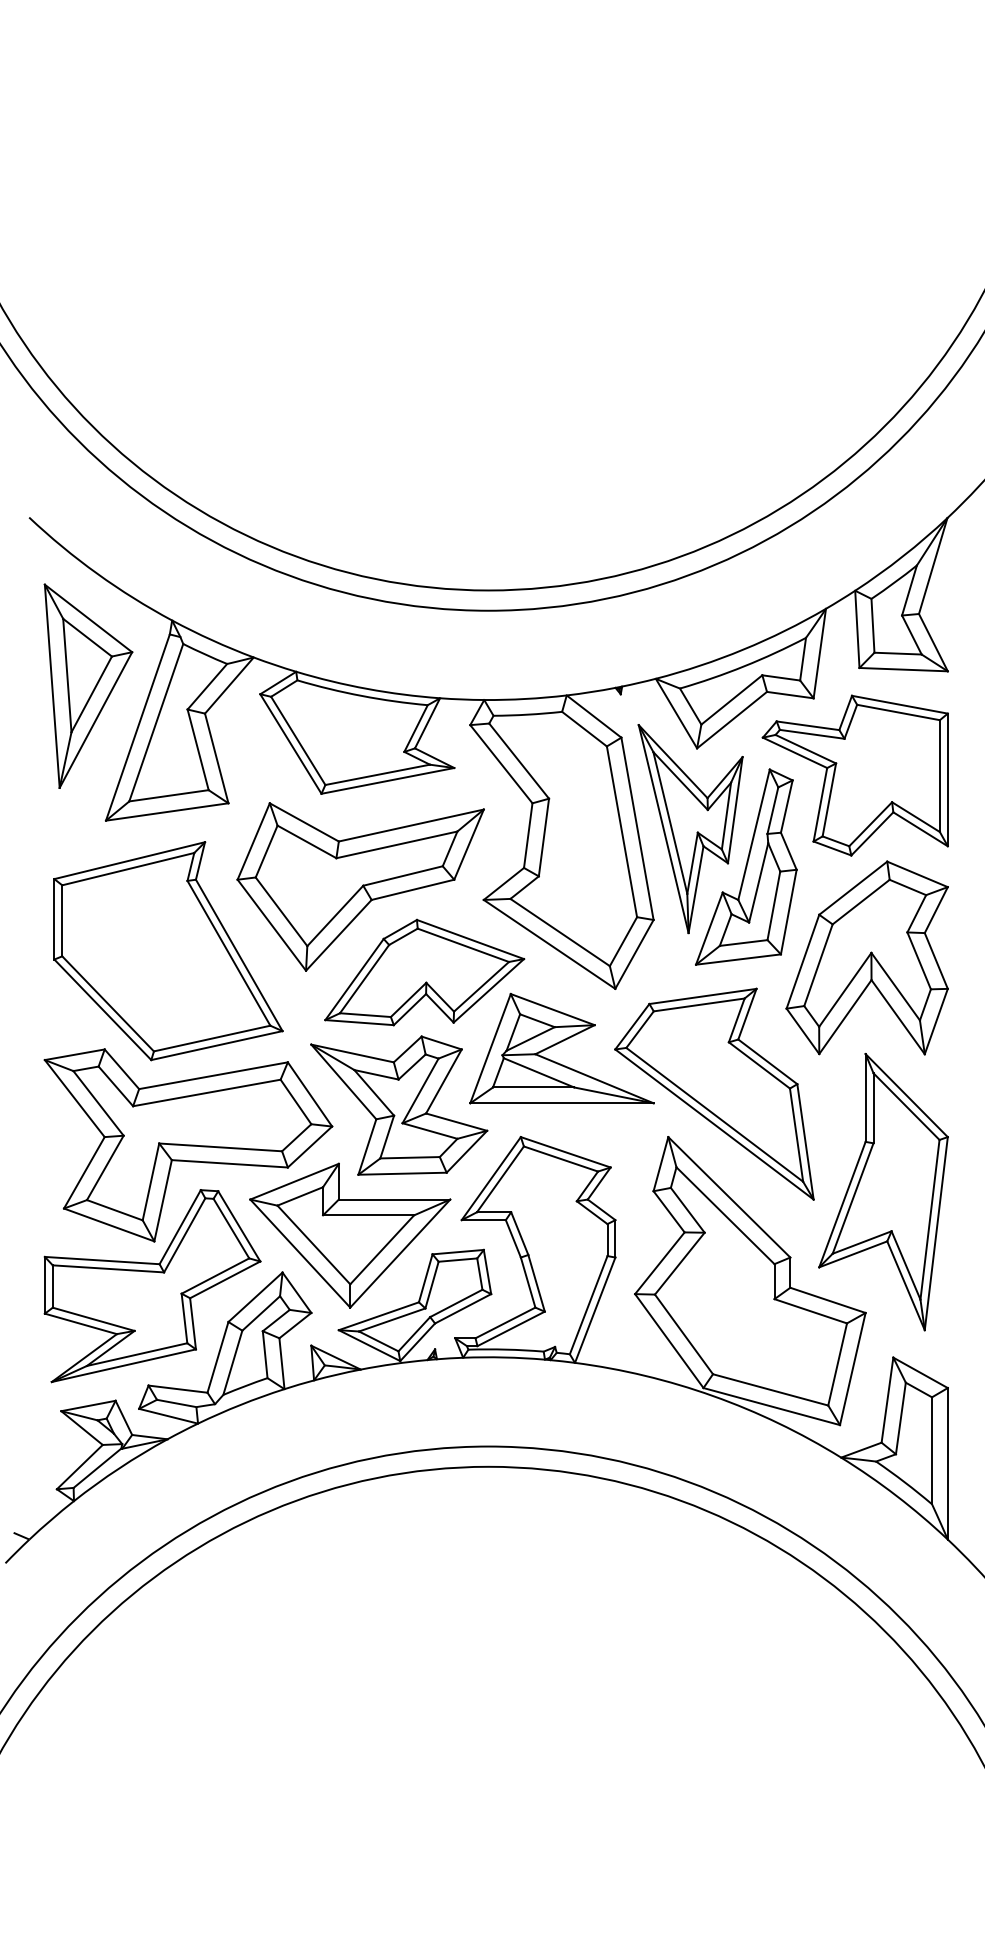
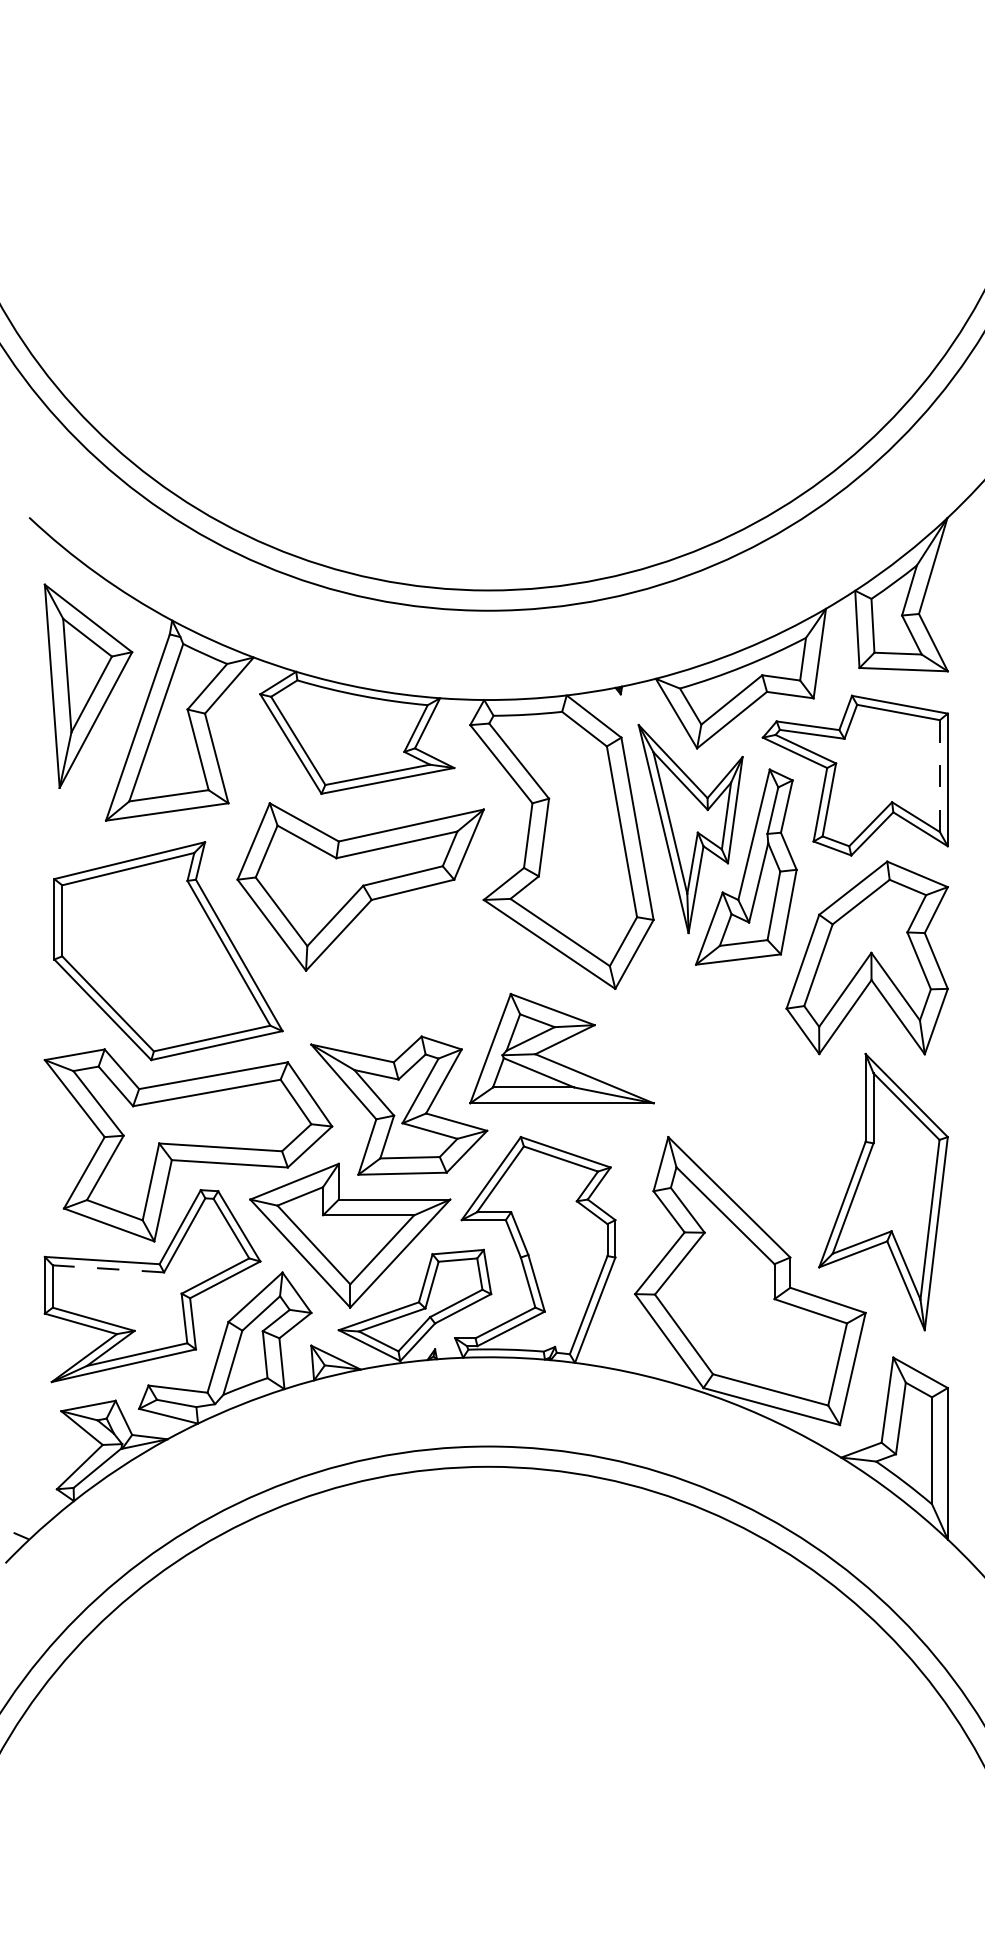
line at (939, 776): solid -> dashed
part at (424, 972): present -> none
part at (714, 1093): present -> none
line at (108, 1268): solid -> dashed
